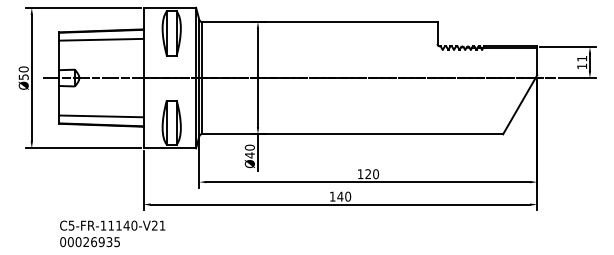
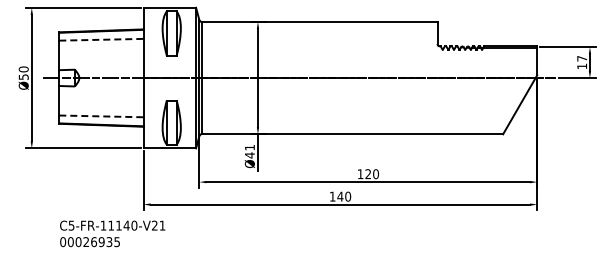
line at (101, 39): solid -> dashed
text at (582, 58): 11 -> 17
line at (101, 116): solid -> dashed
text at (249, 147): Ø40 -> Ø41
